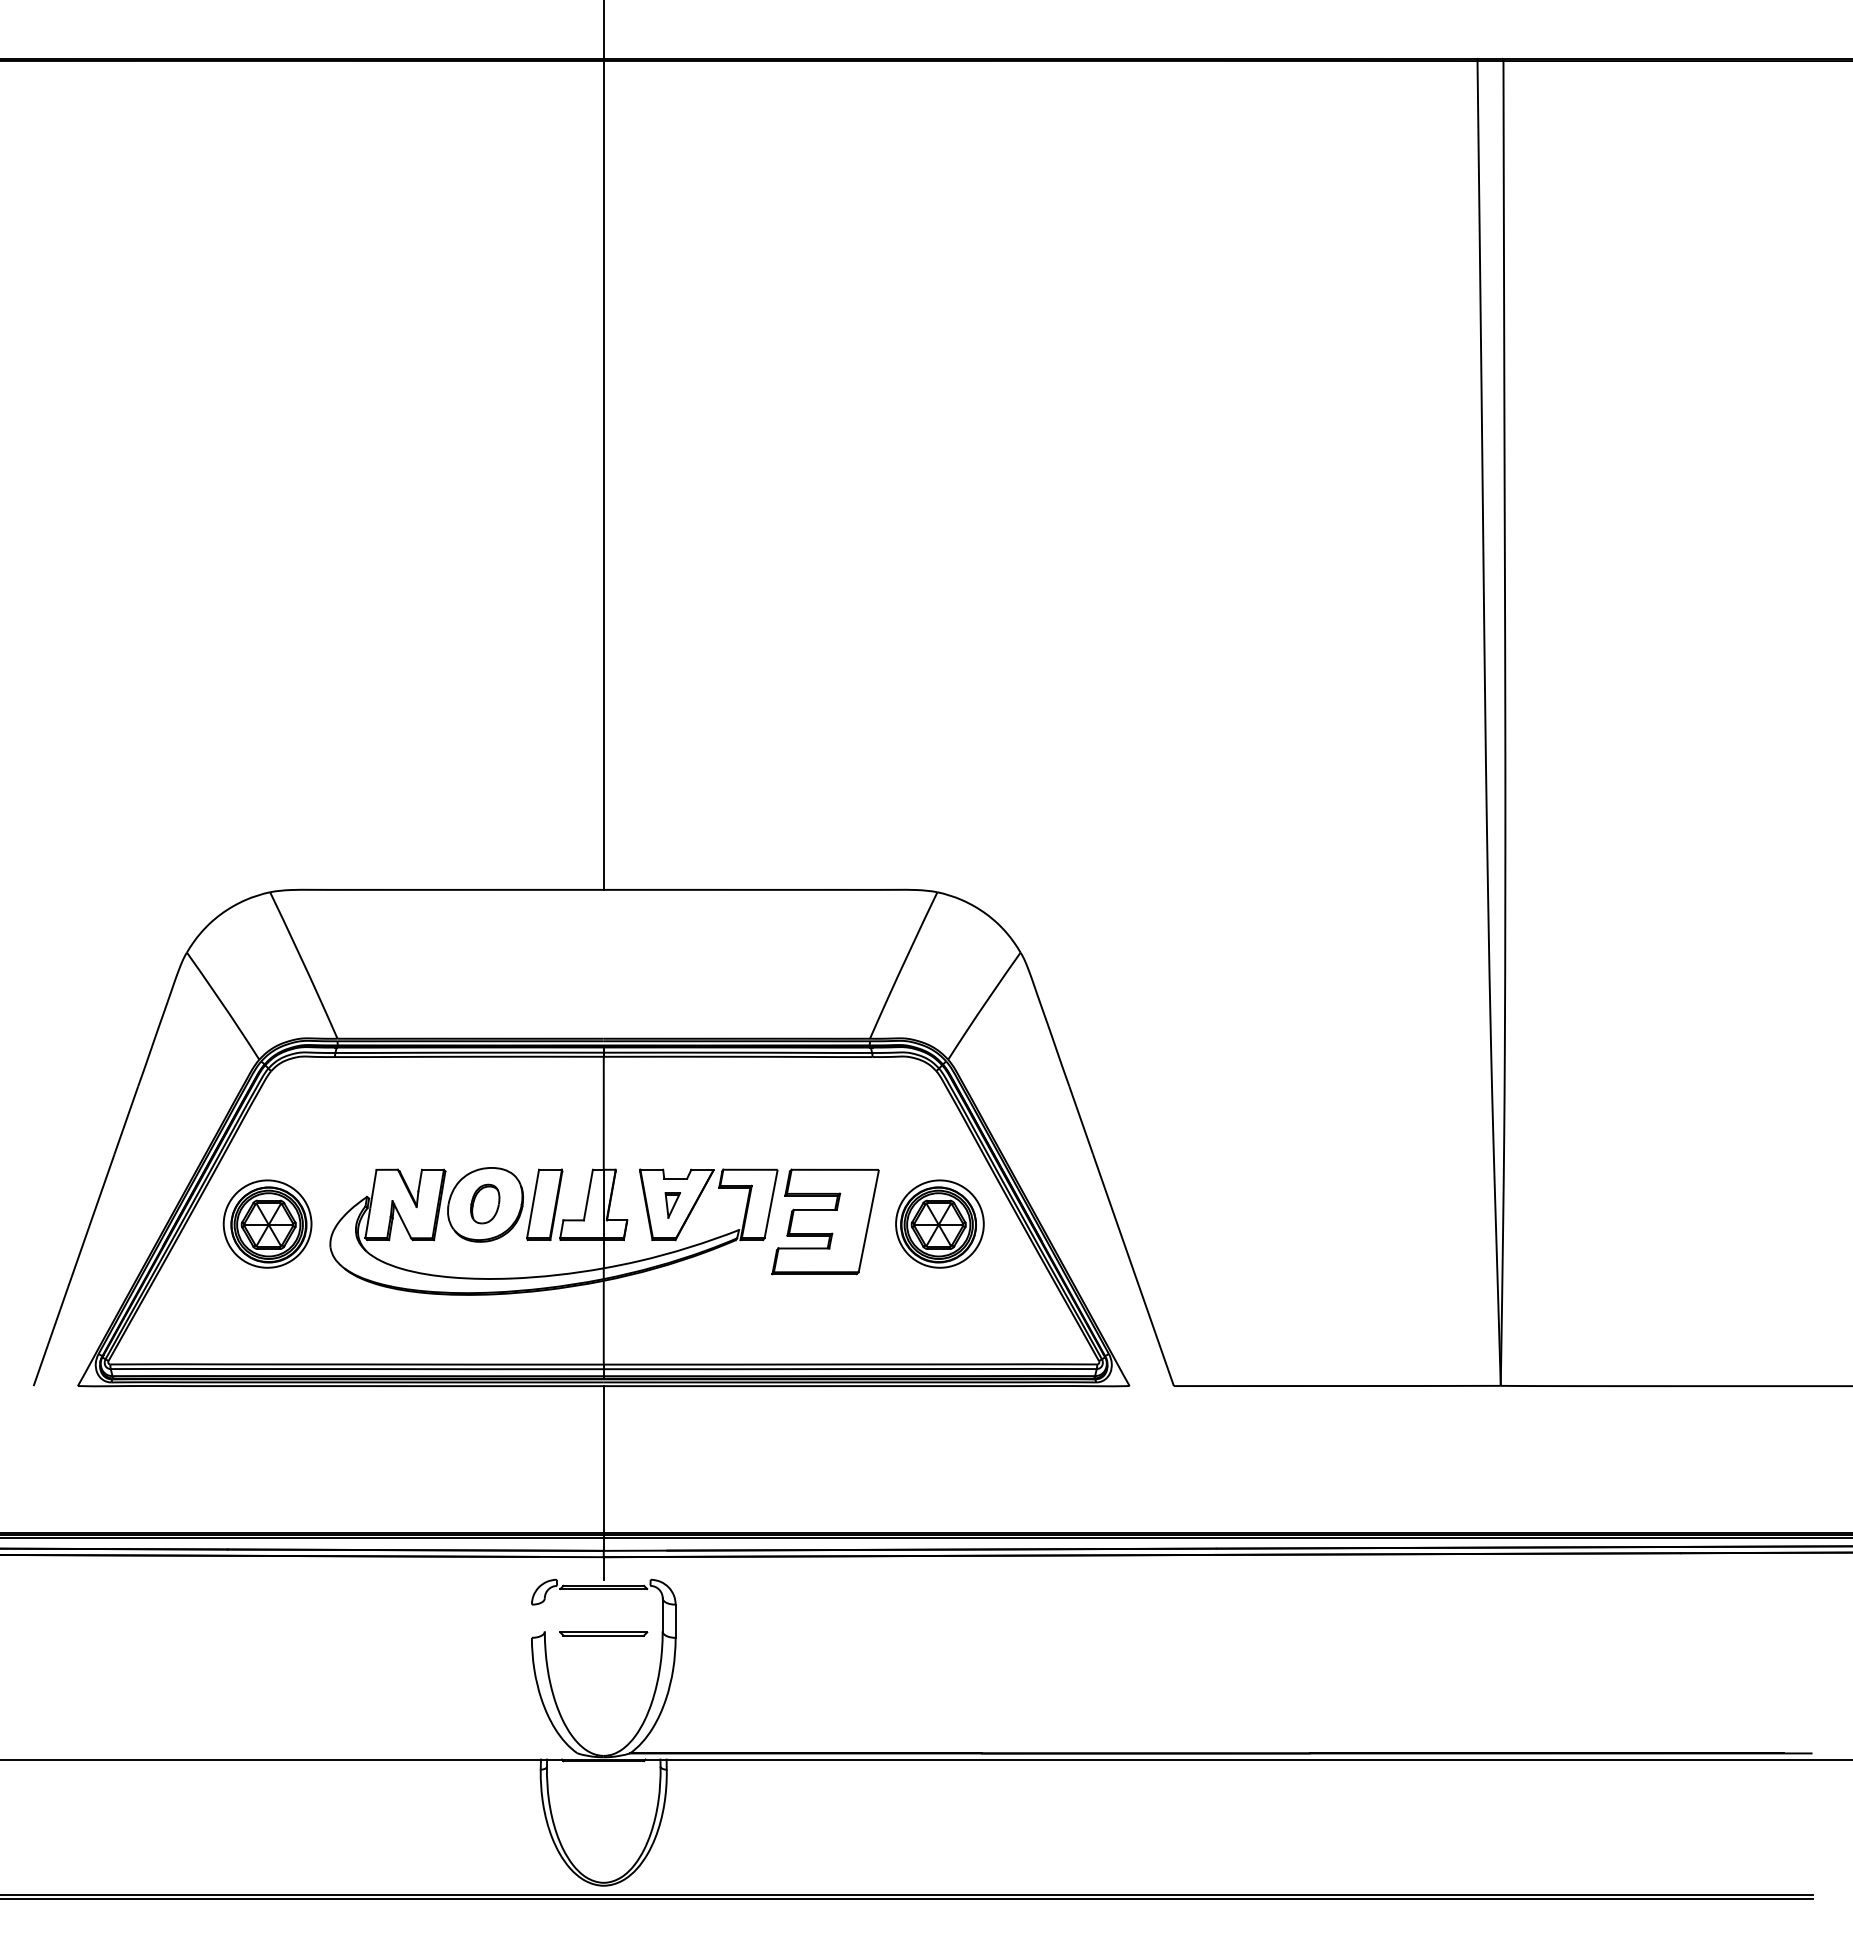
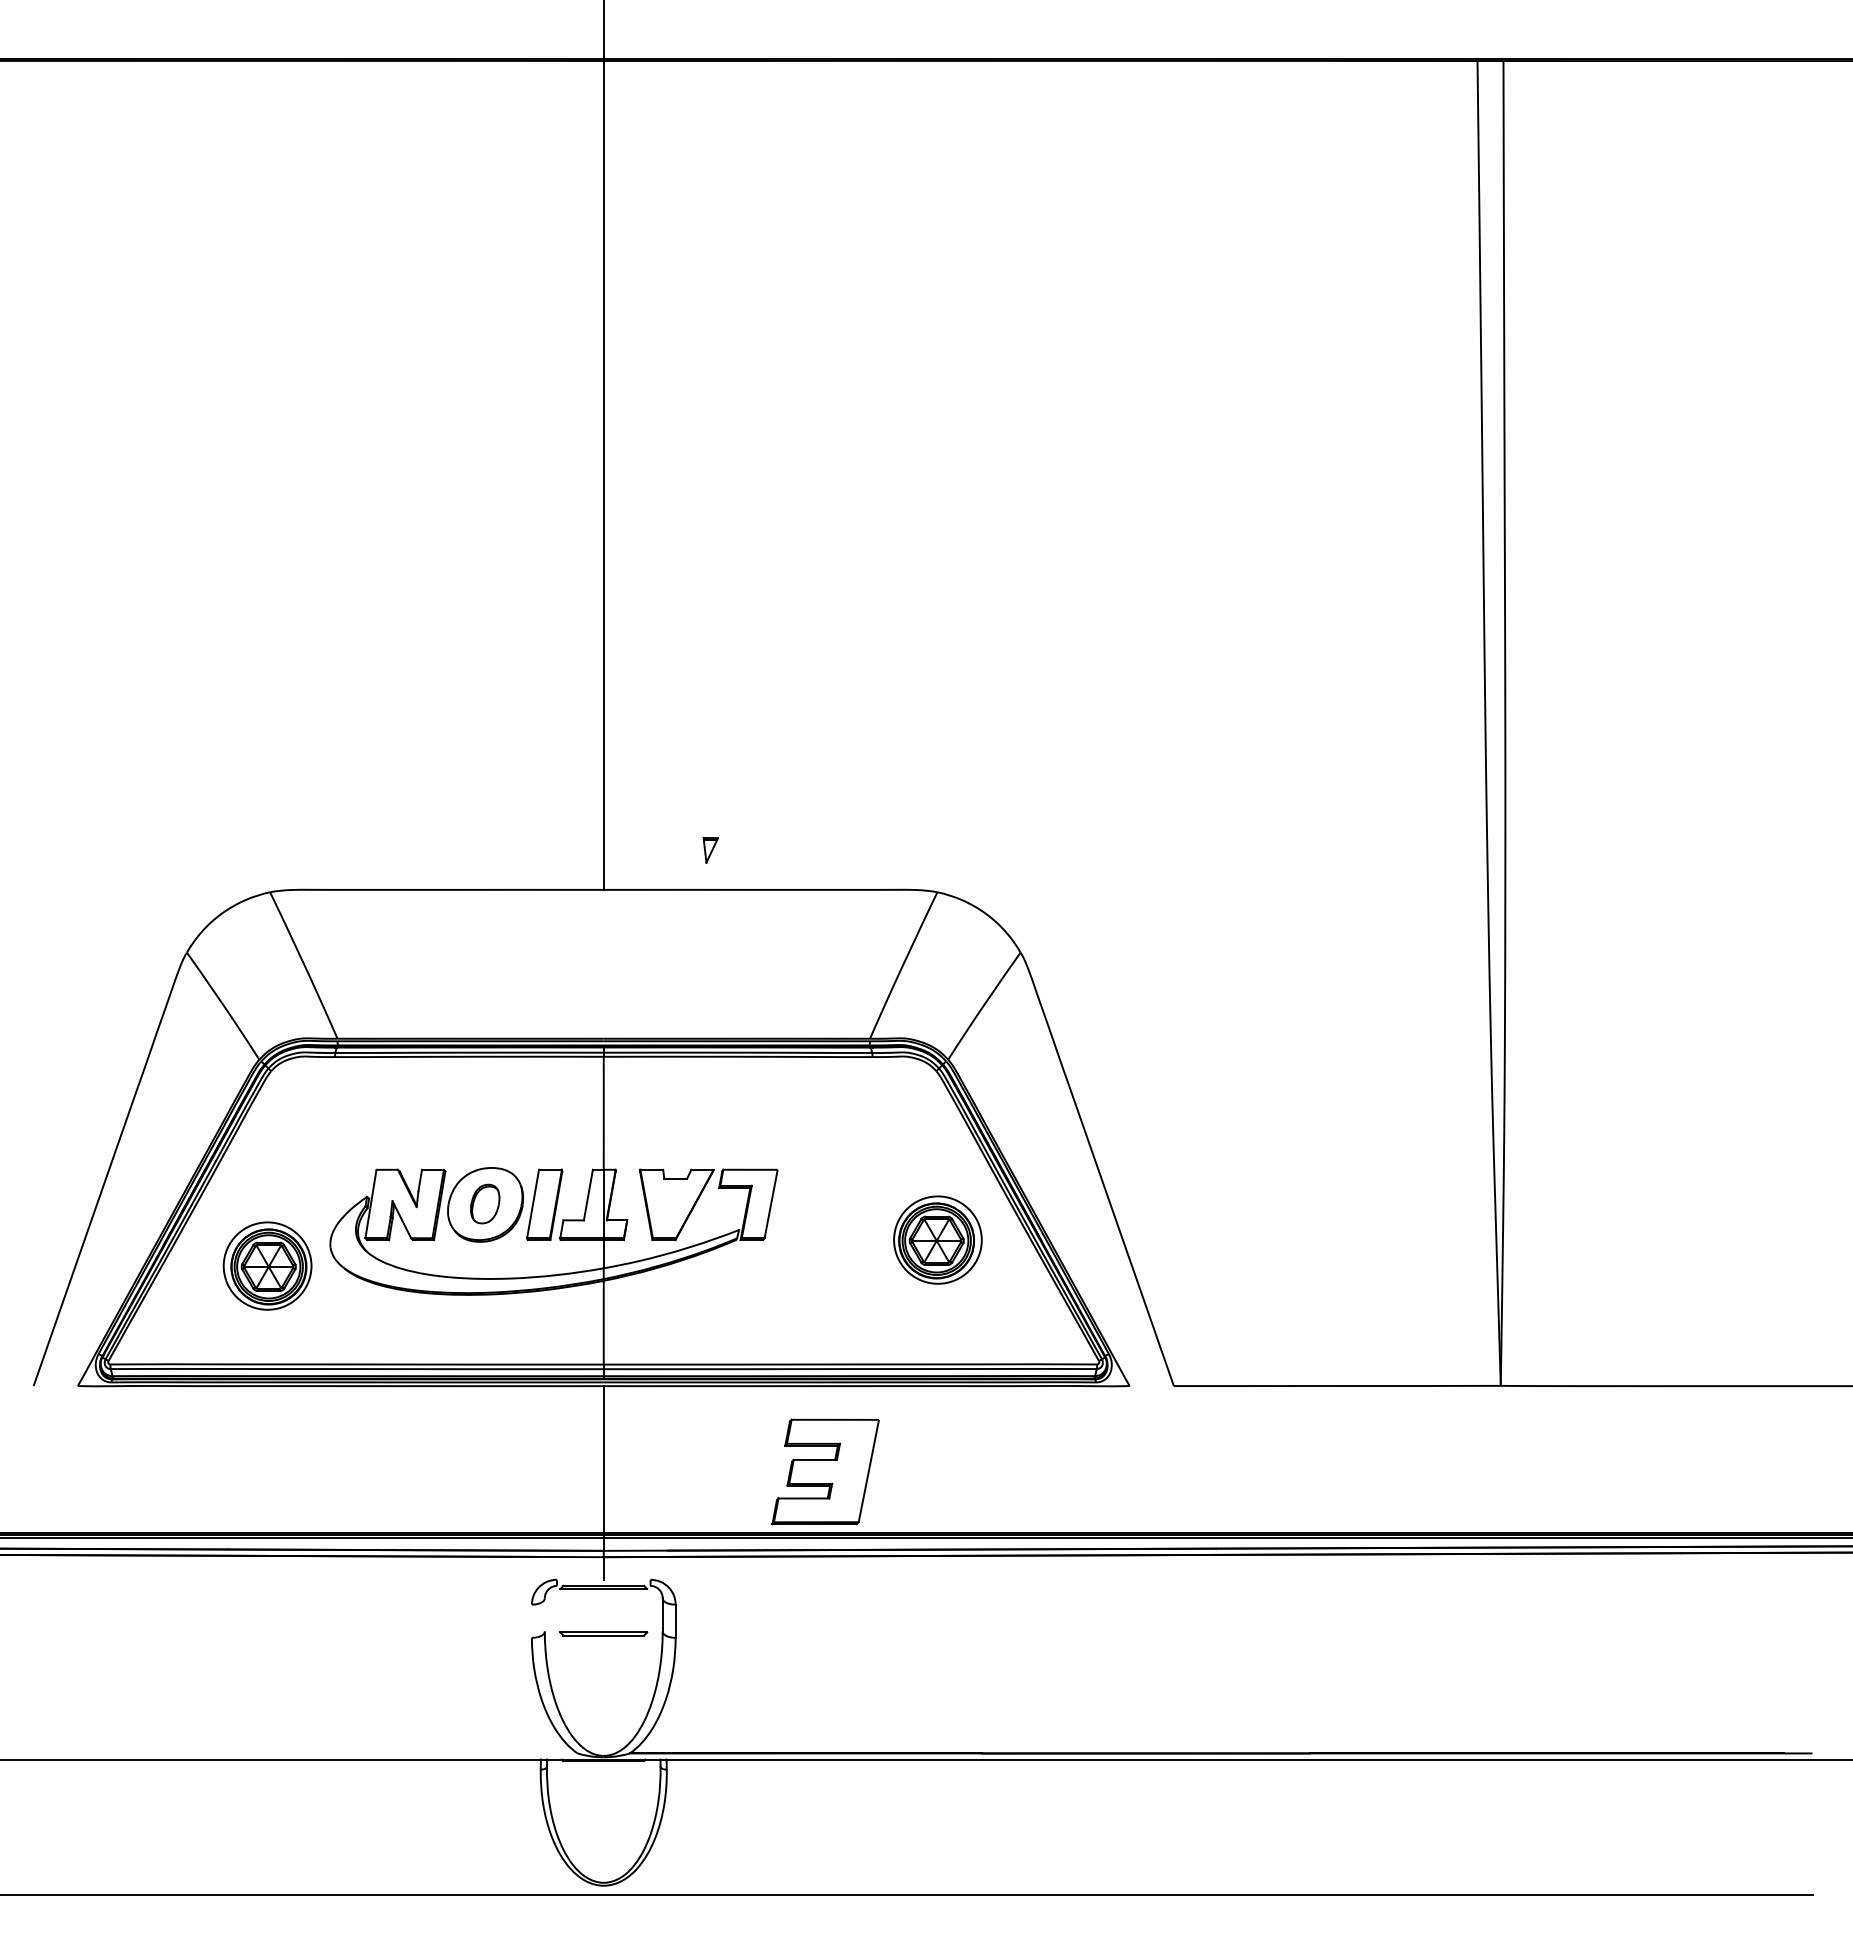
part at (672, 1205) position: (672, 1205) -> (710, 850)
part at (825, 1221) position: (825, 1221) -> (825, 1471)
part at (267, 1223) position: (267, 1223) -> (267, 1265)
part at (939, 1223) position: (939, 1223) -> (937, 1239)
line at (907, 1898): present -> none
